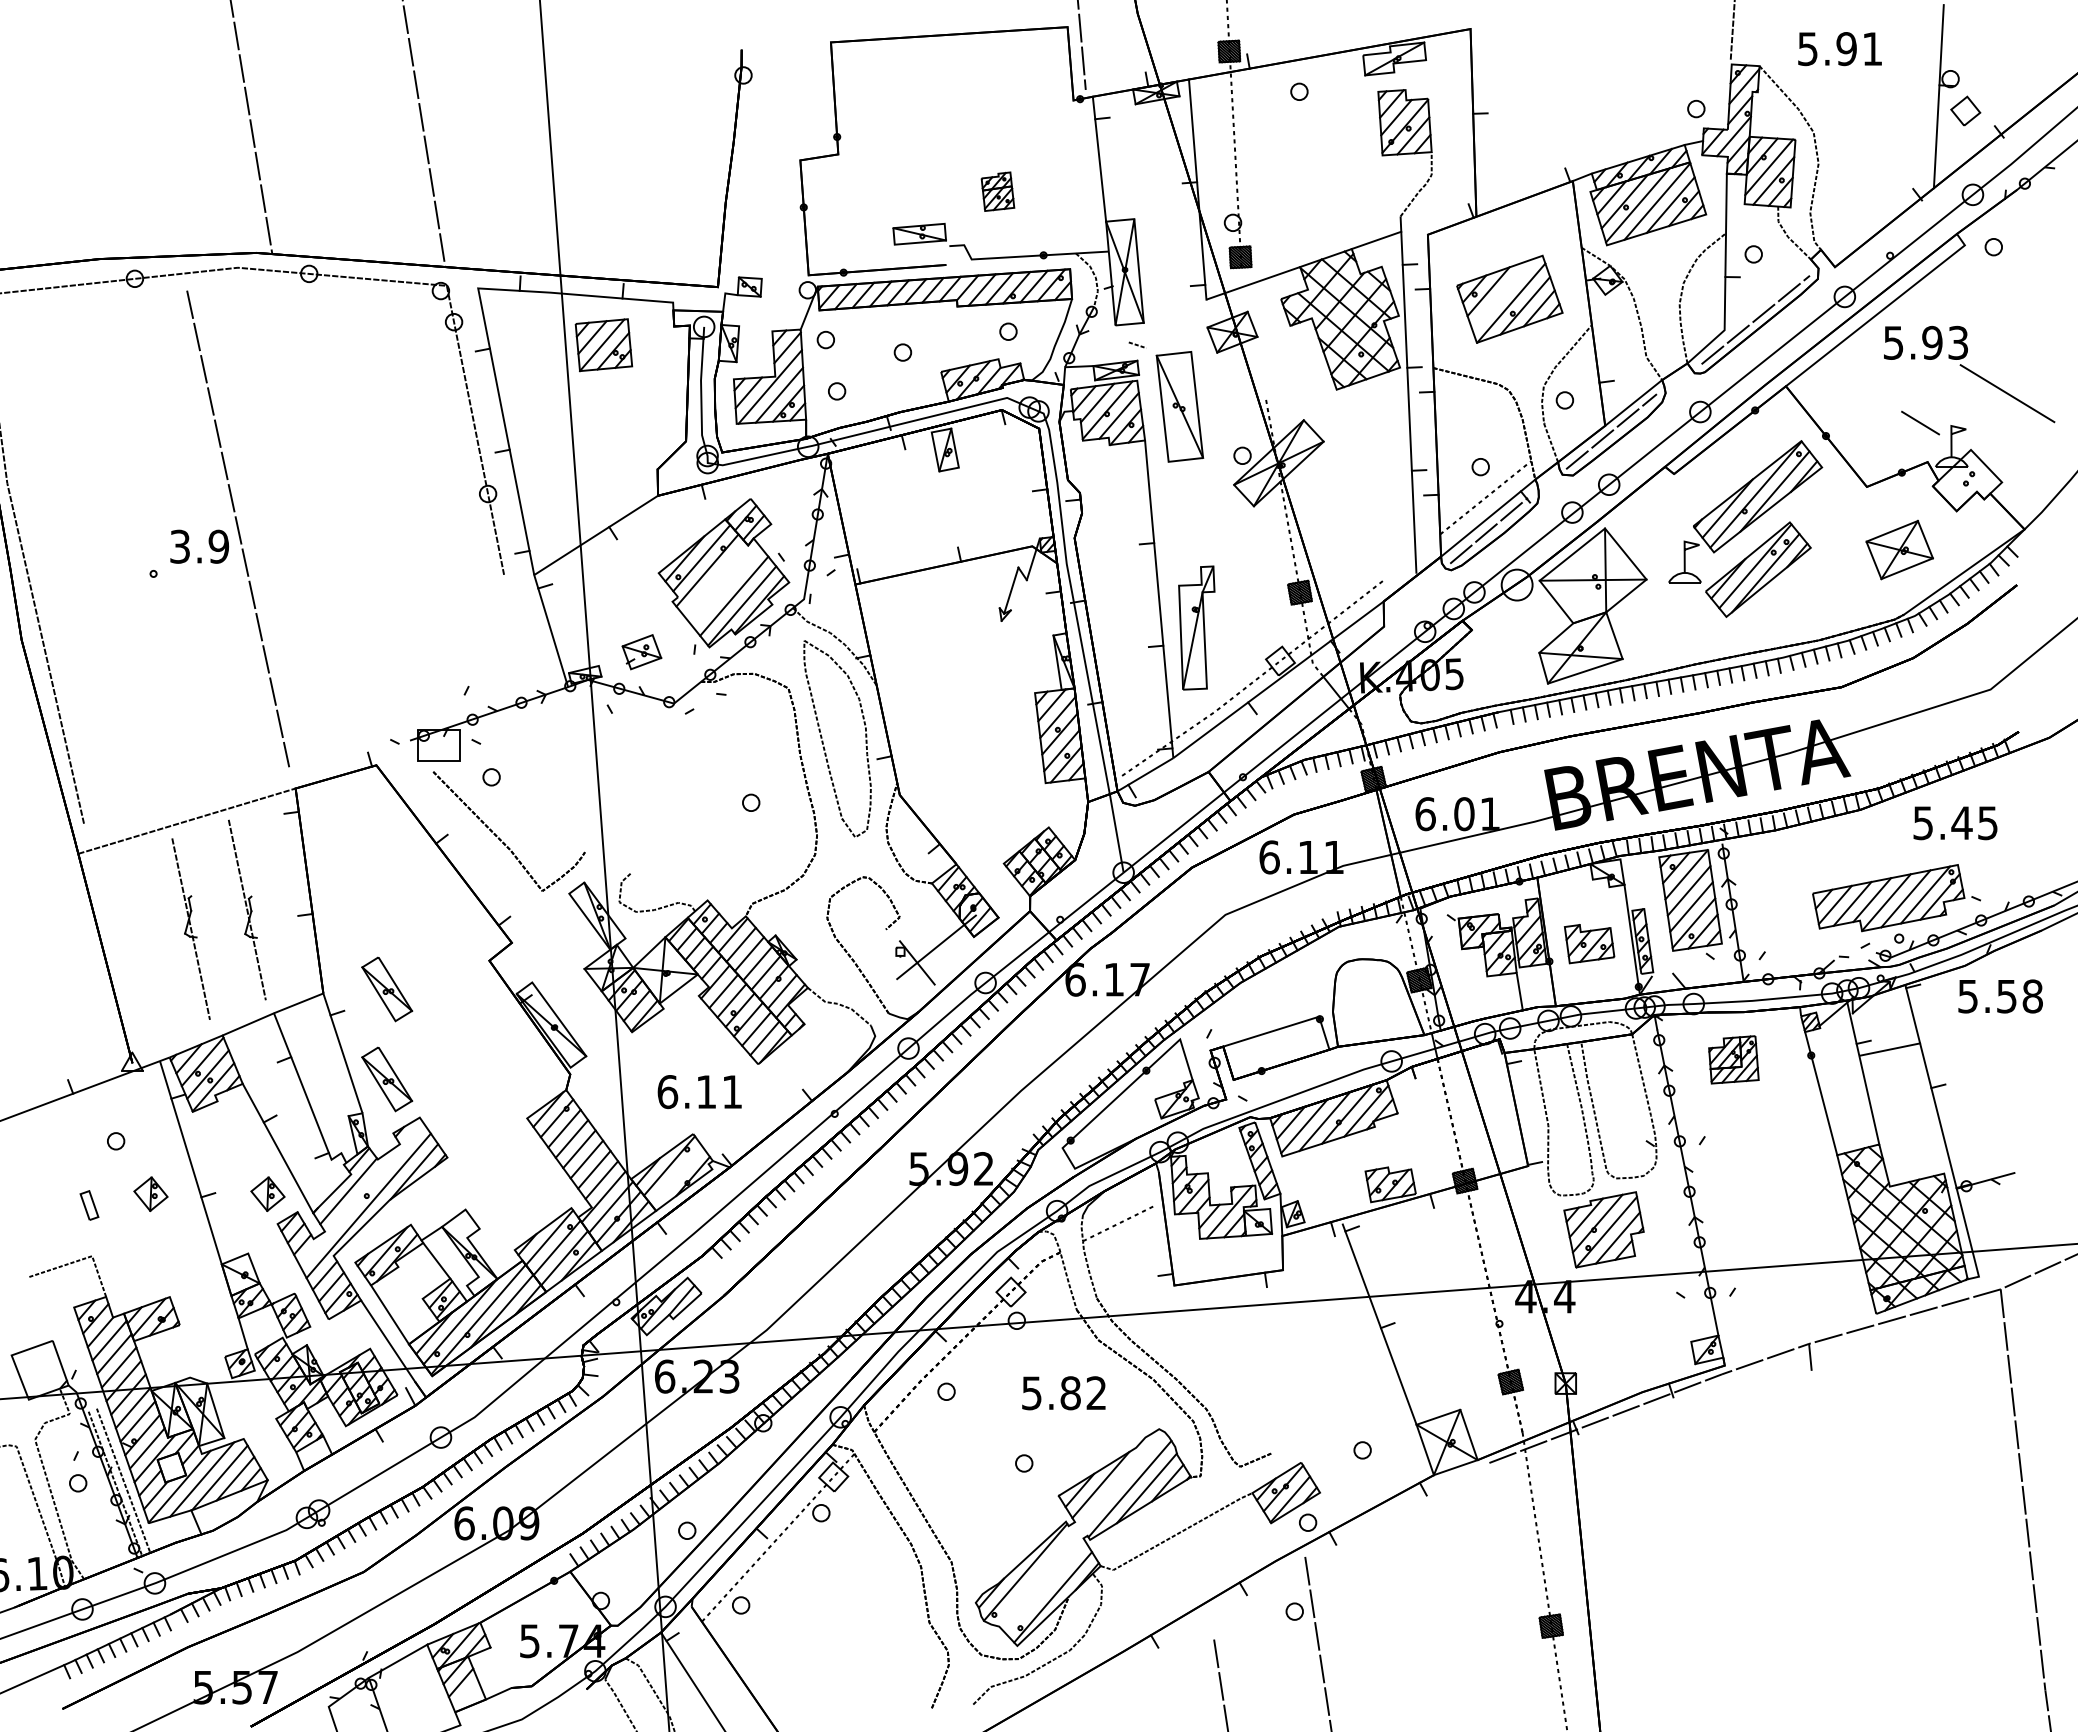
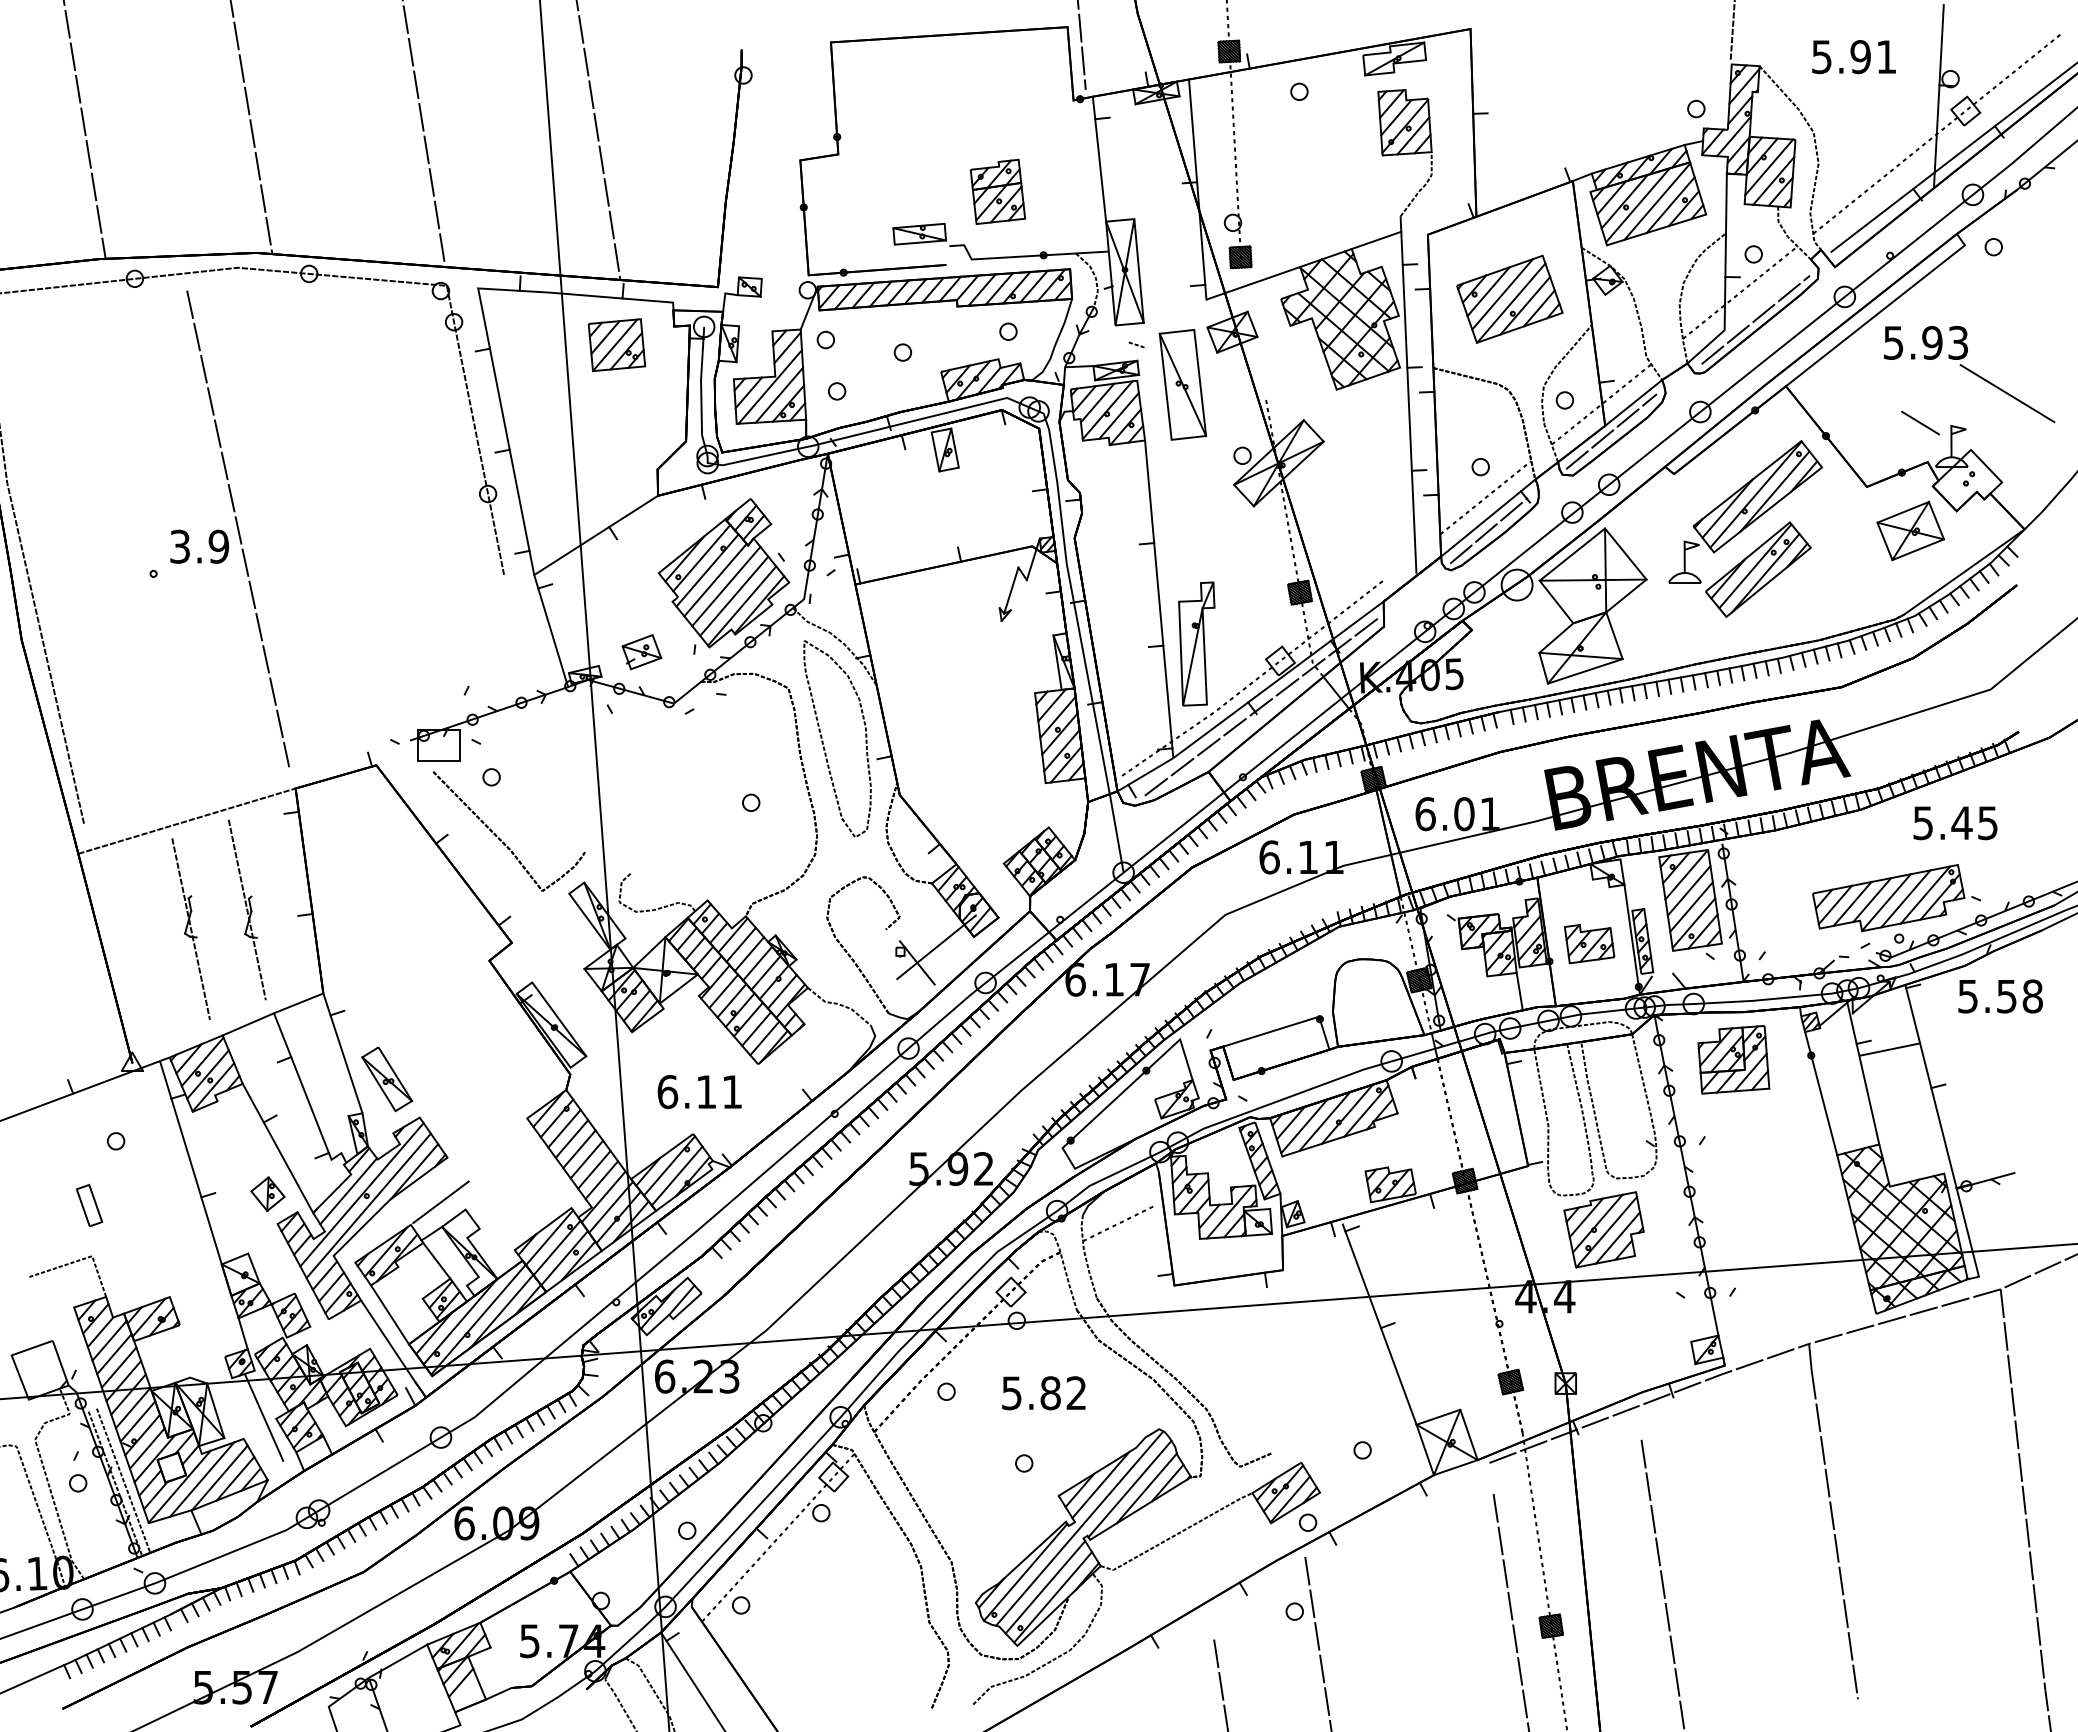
text at (1839, 49) position: (1839, 49) -> (1853, 57)
line at (84, 130): none -> present
line at (1937, 132): none -> present
line at (598, 140): none -> present
line at (1952, 157): none -> present
part at (997, 191) size: 36x41 px -> 58x67 px
line at (1739, 292): none -> present
line at (1502, 294): none -> present
part at (603, 345) position: (603, 345) -> (616, 345)
line at (1601, 404): none -> present
part at (1179, 406) position: (1179, 406) -> (1182, 384)
part at (1899, 549) position: (1899, 549) -> (1910, 530)
line at (715, 579): none -> present
line at (726, 586): none -> present
part at (1196, 627) position: (1196, 627) -> (1196, 643)
line at (1261, 706): none -> present
part at (387, 989): present -> none
part at (1733, 1059) size: 52x50 px -> 74x70 px
line at (676, 1175): none -> present
part at (150, 1193): present -> none
line at (361, 1194): none -> present
line at (440, 1202): none -> present
part at (89, 1205) size: 21x31 px -> 29x45 px
text at (1063, 1393) position: (1063, 1393) -> (1043, 1393)
line at (263, 1416): none -> present
line at (1079, 1528): none -> present
line at (1834, 1534): none -> present
line at (1662, 1583): none -> present
line at (1045, 1587): none -> present
line at (1510, 1611): none -> present
